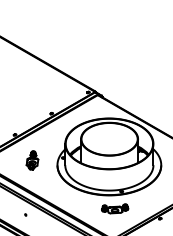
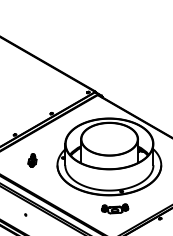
part at (32, 160) size: 15x21 px -> 11x15 px
